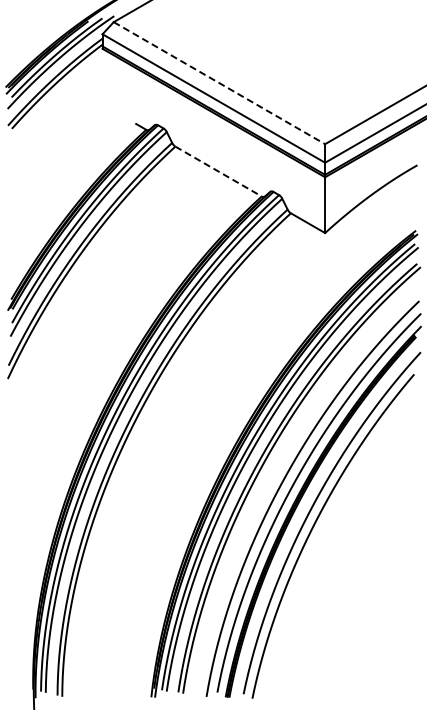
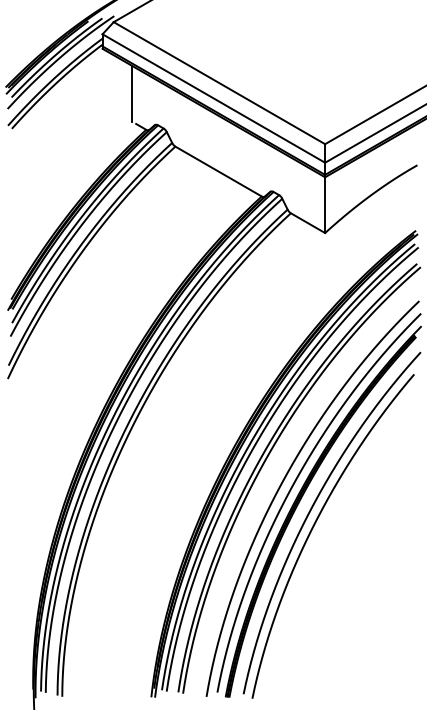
line at (219, 83): dashed -> solid
line at (131, 93): none -> present
line at (218, 171): dashed -> solid
